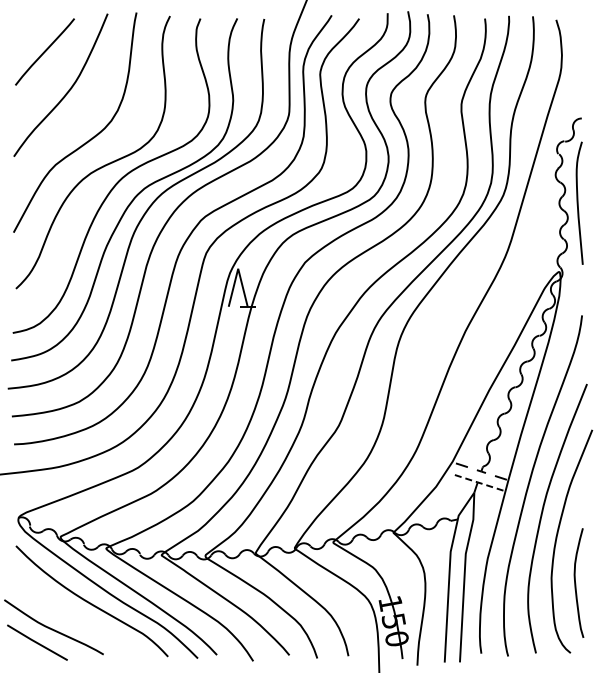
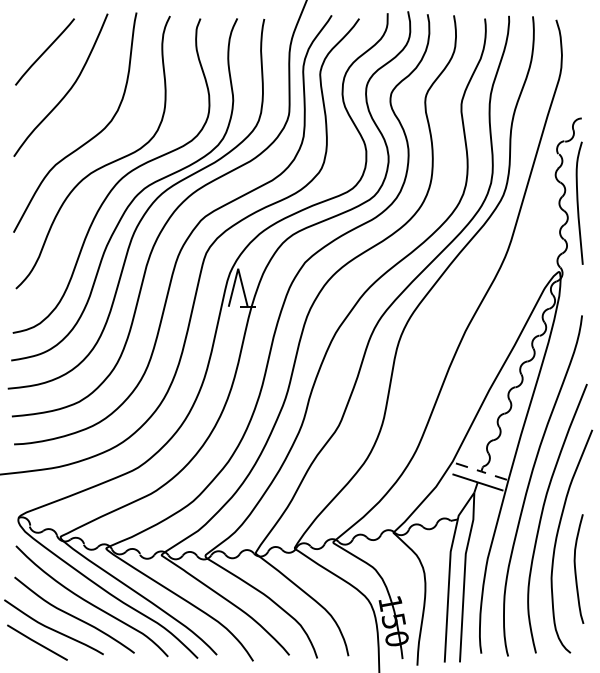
line at (477, 482): dashed -> solid
curve at (576, 583) position: (576, 583) -> (576, 569)
curve at (73, 615): none -> present
